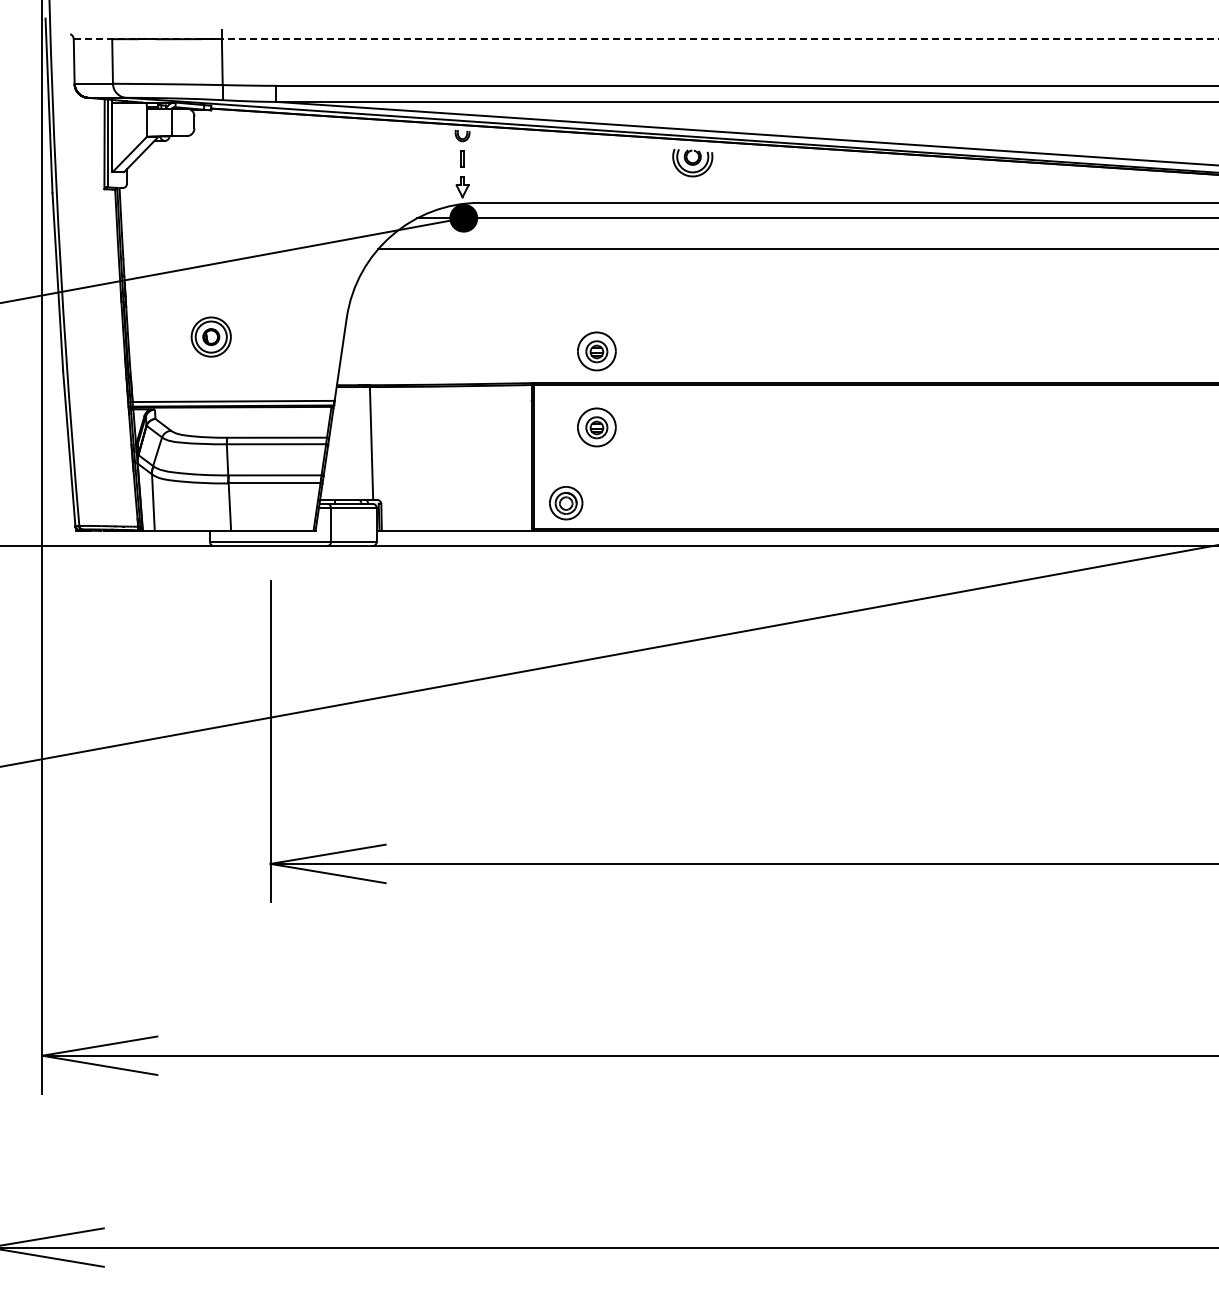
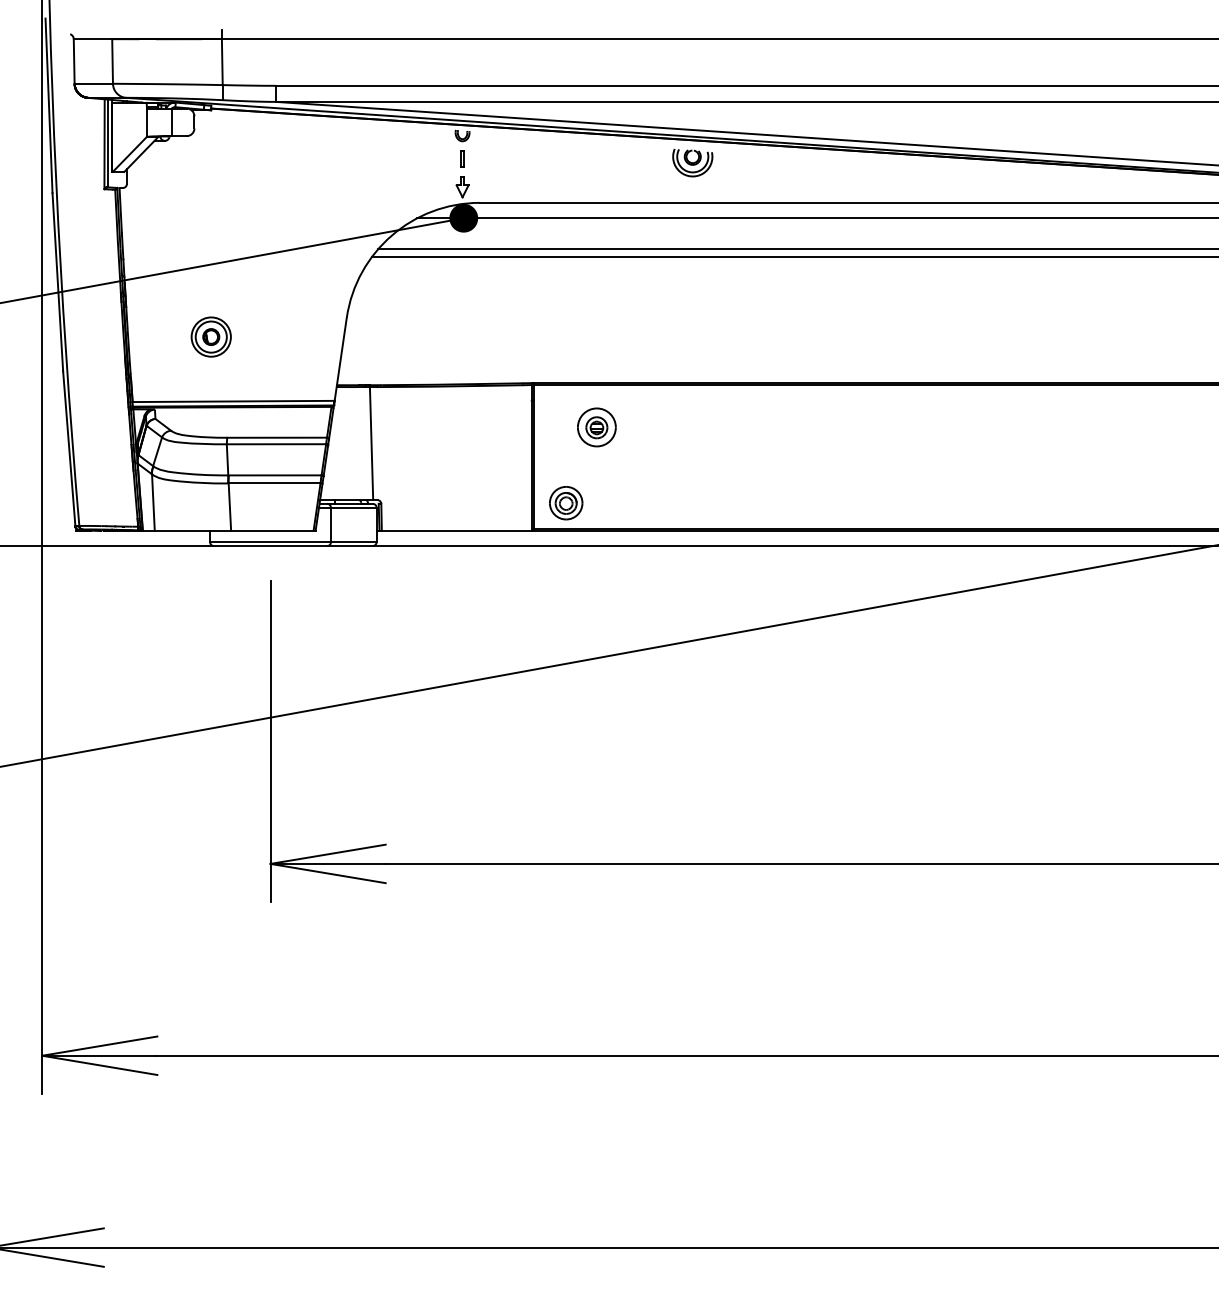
line at (646, 39): dashed -> solid
line at (793, 256): none -> present
part at (596, 351): present -> none
